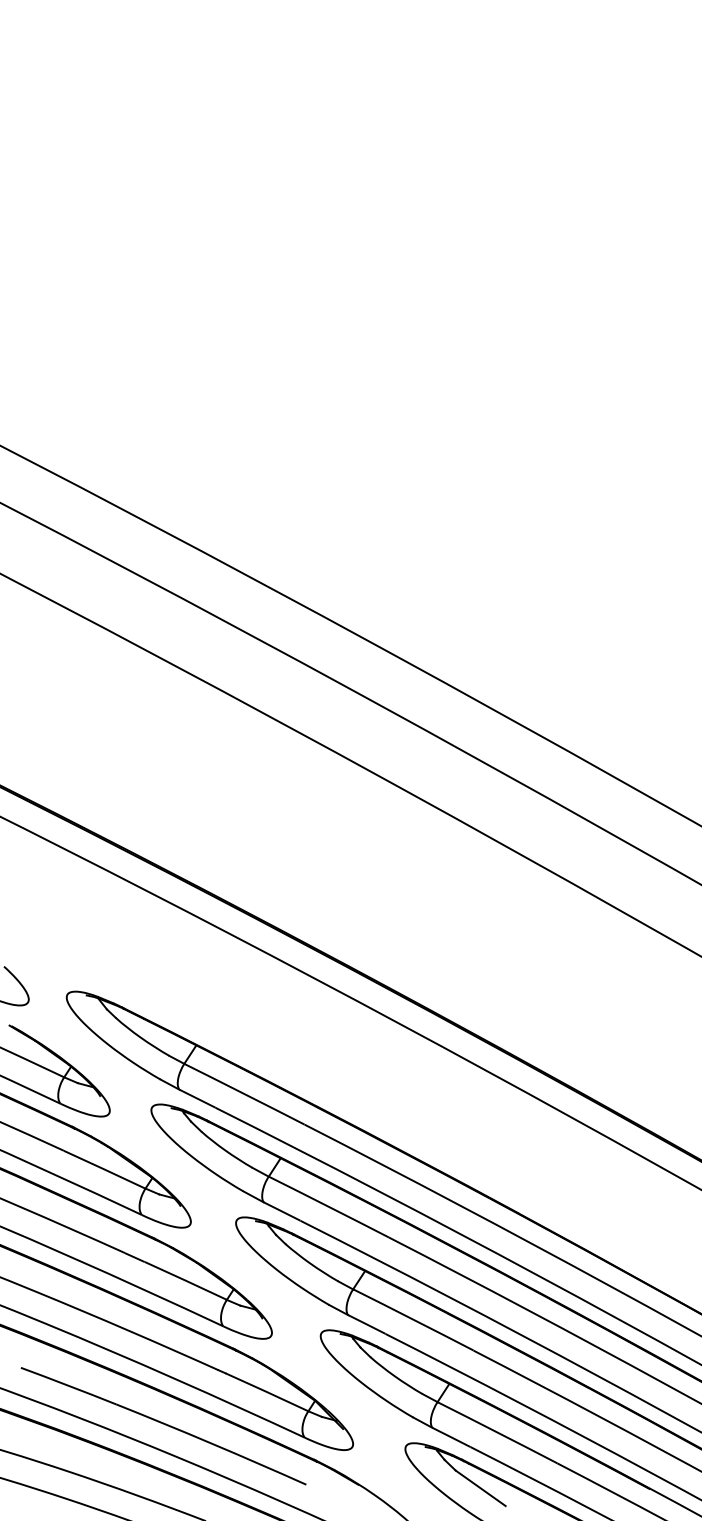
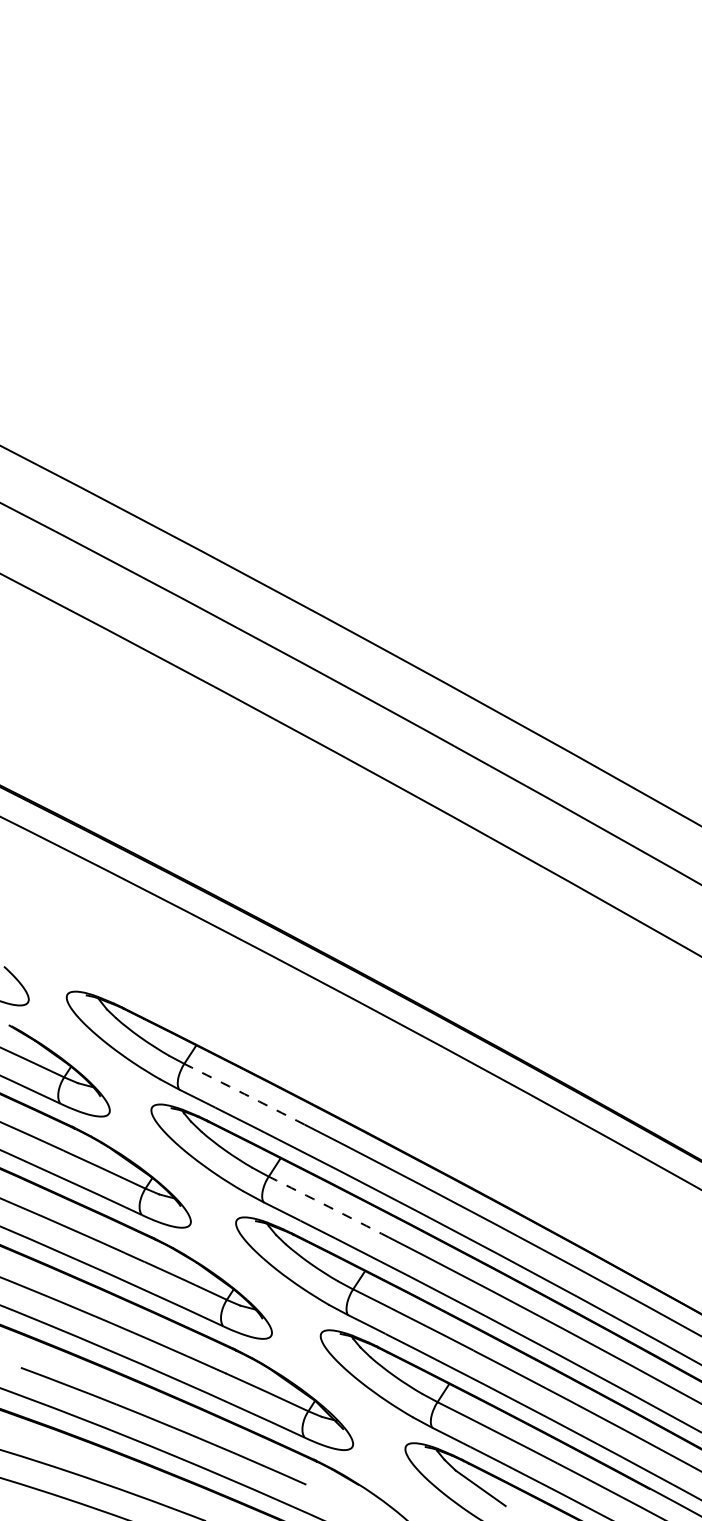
arc at (244, 1094): solid -> dashed
arc at (328, 1206): solid -> dashed
